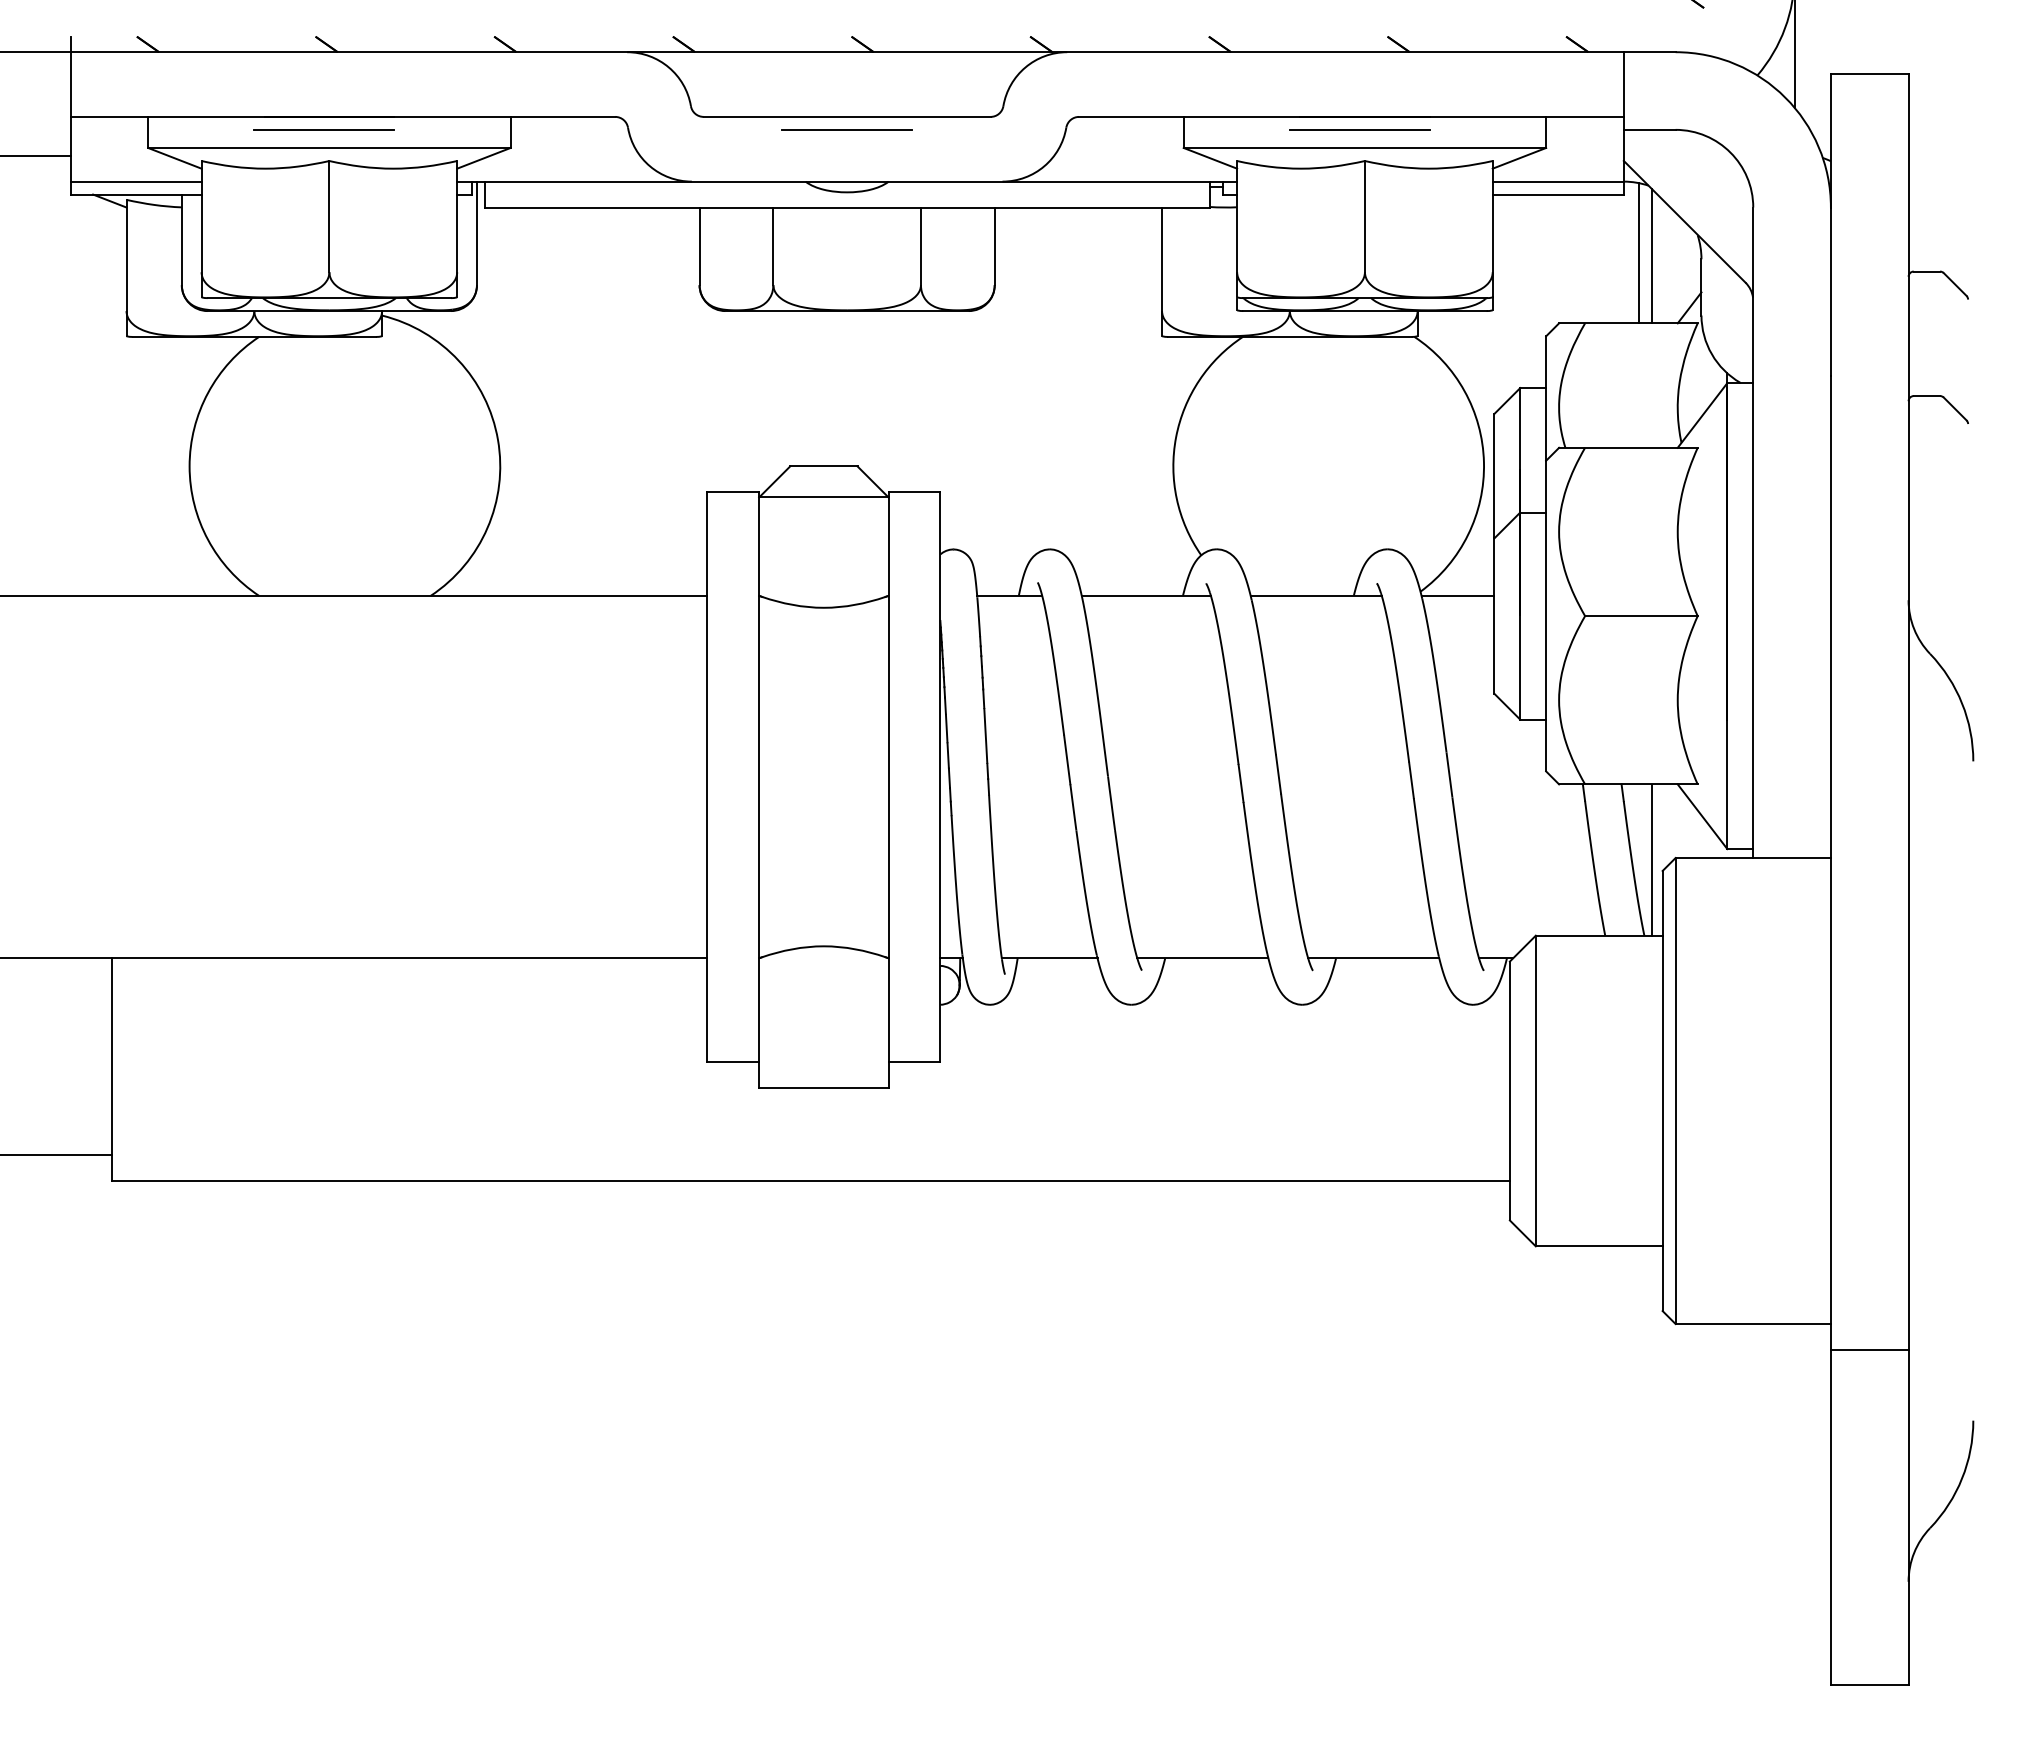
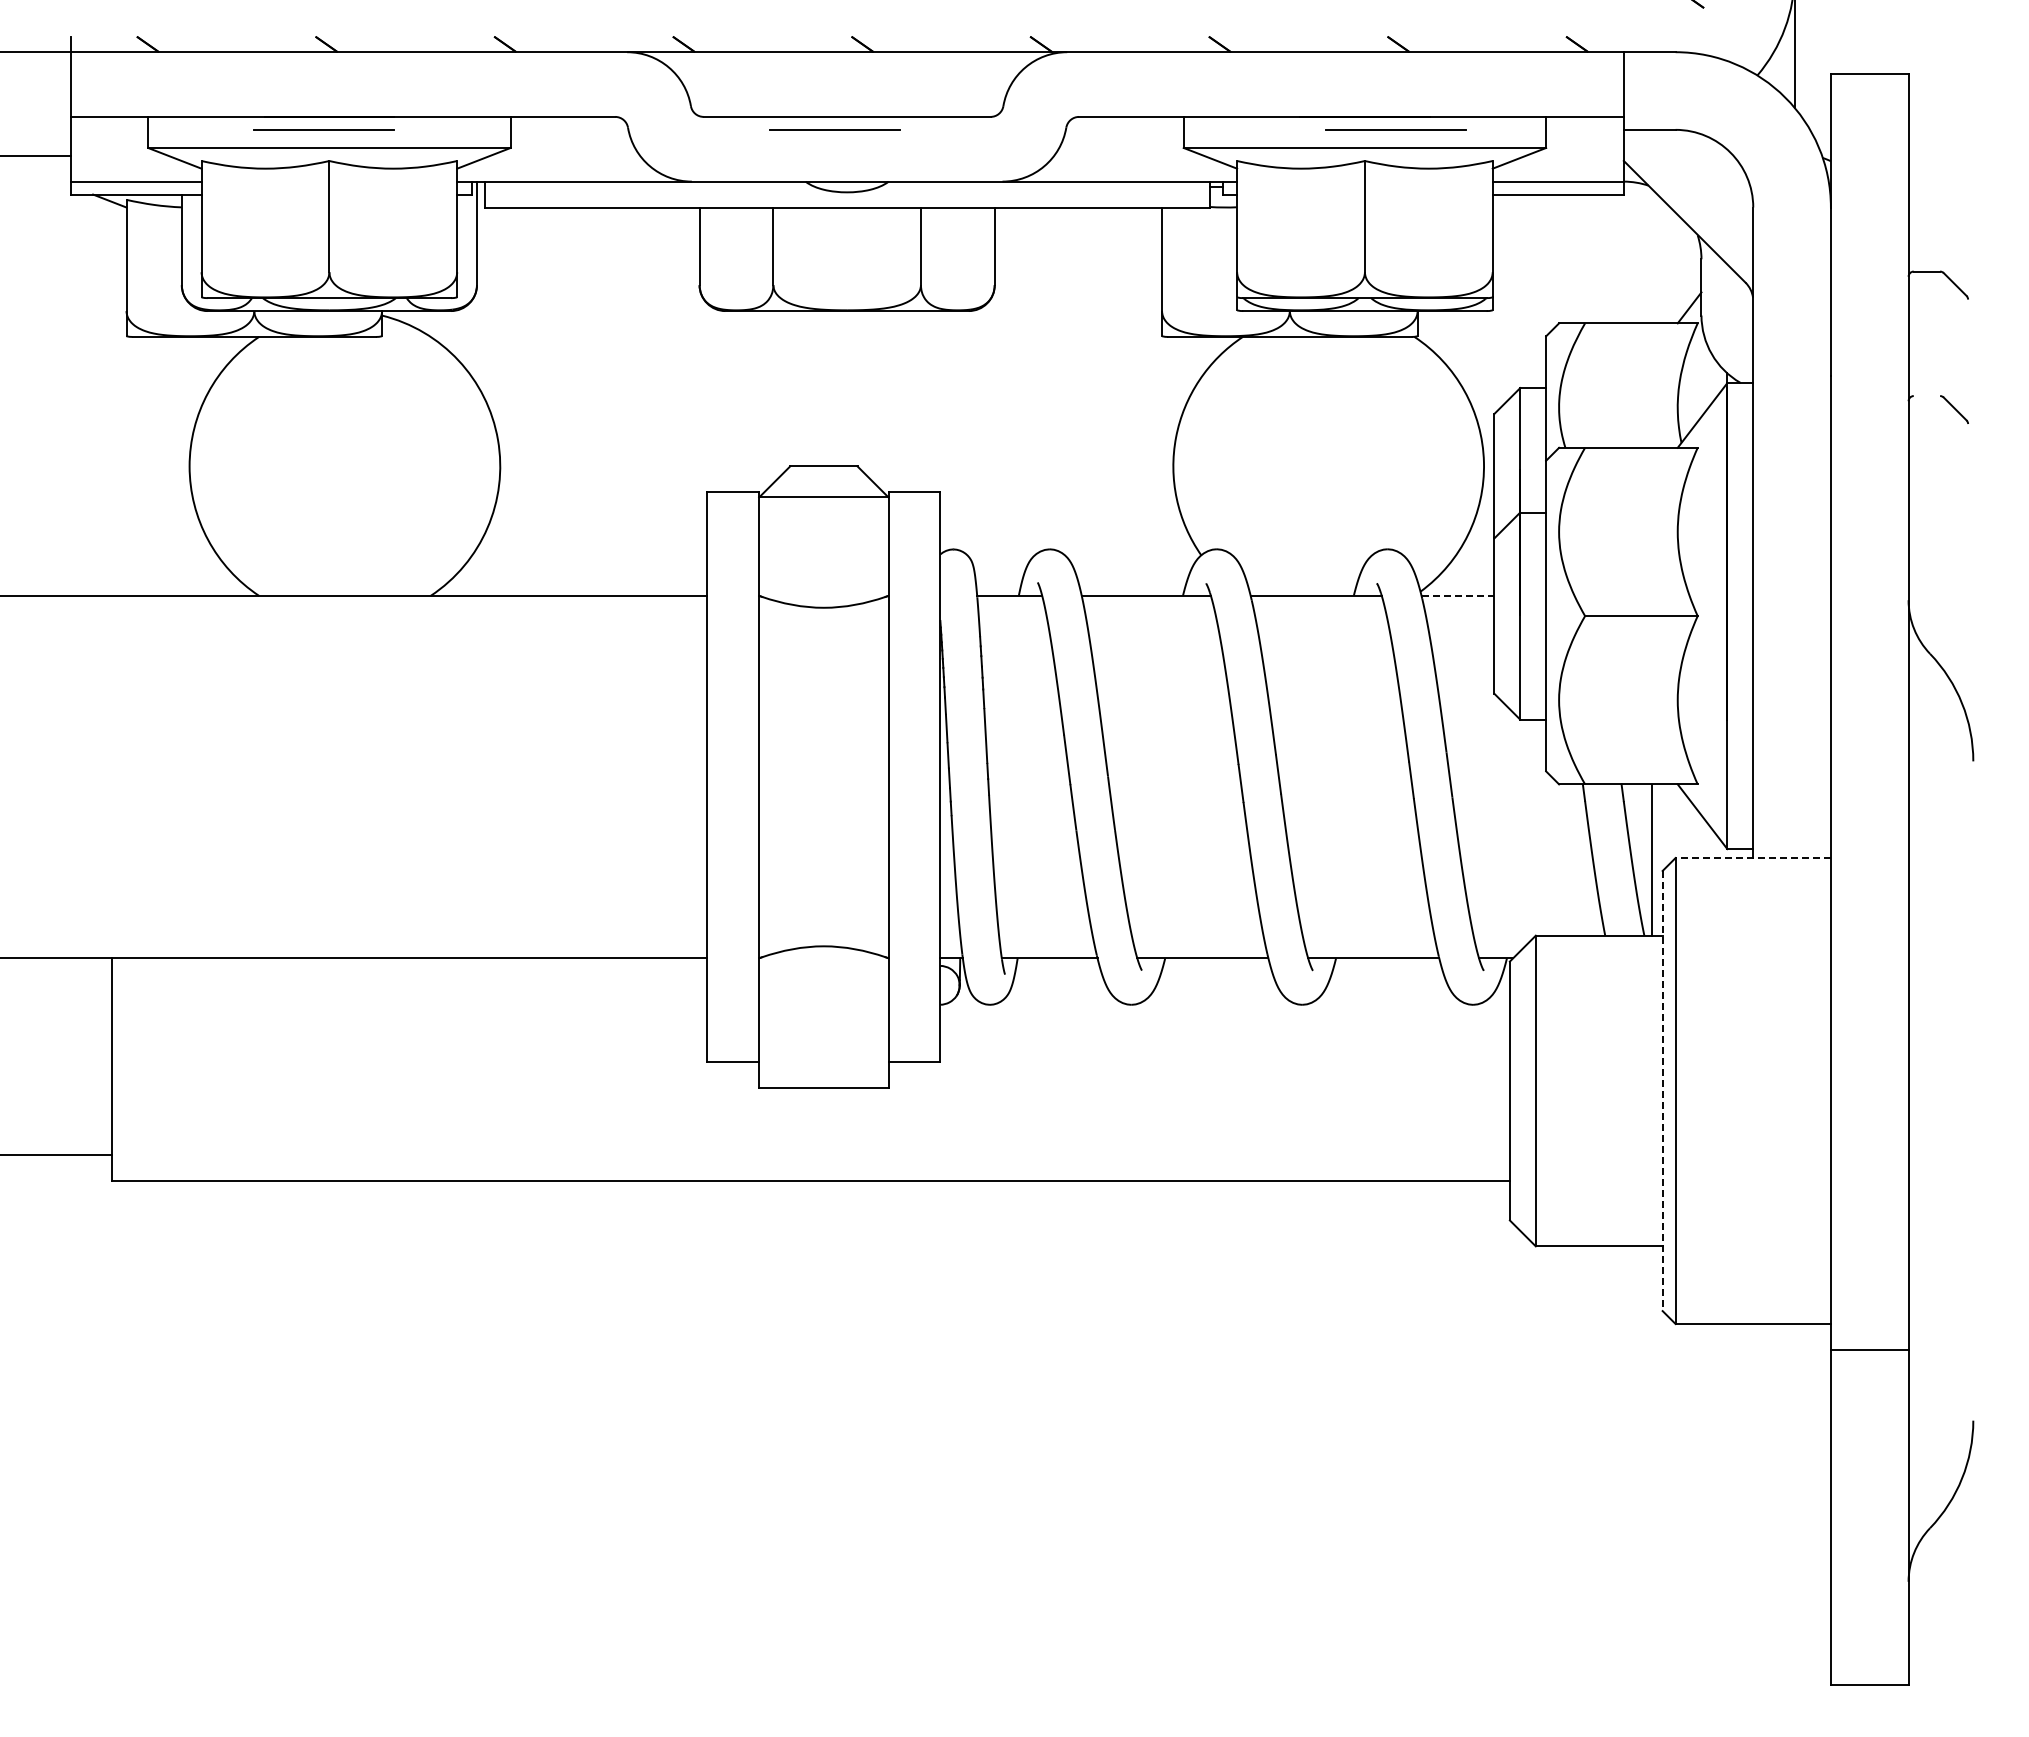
line at (846, 129) position: (846, 129) -> (834, 129)
line at (1359, 129) position: (1359, 129) -> (1395, 129)
line at (1639, 253): present -> none
line at (1652, 256): present -> none
line at (1926, 396): present -> none
line at (1458, 595): solid -> dashed
line at (1753, 858): solid -> dashed
line at (1662, 1091): solid -> dashed
